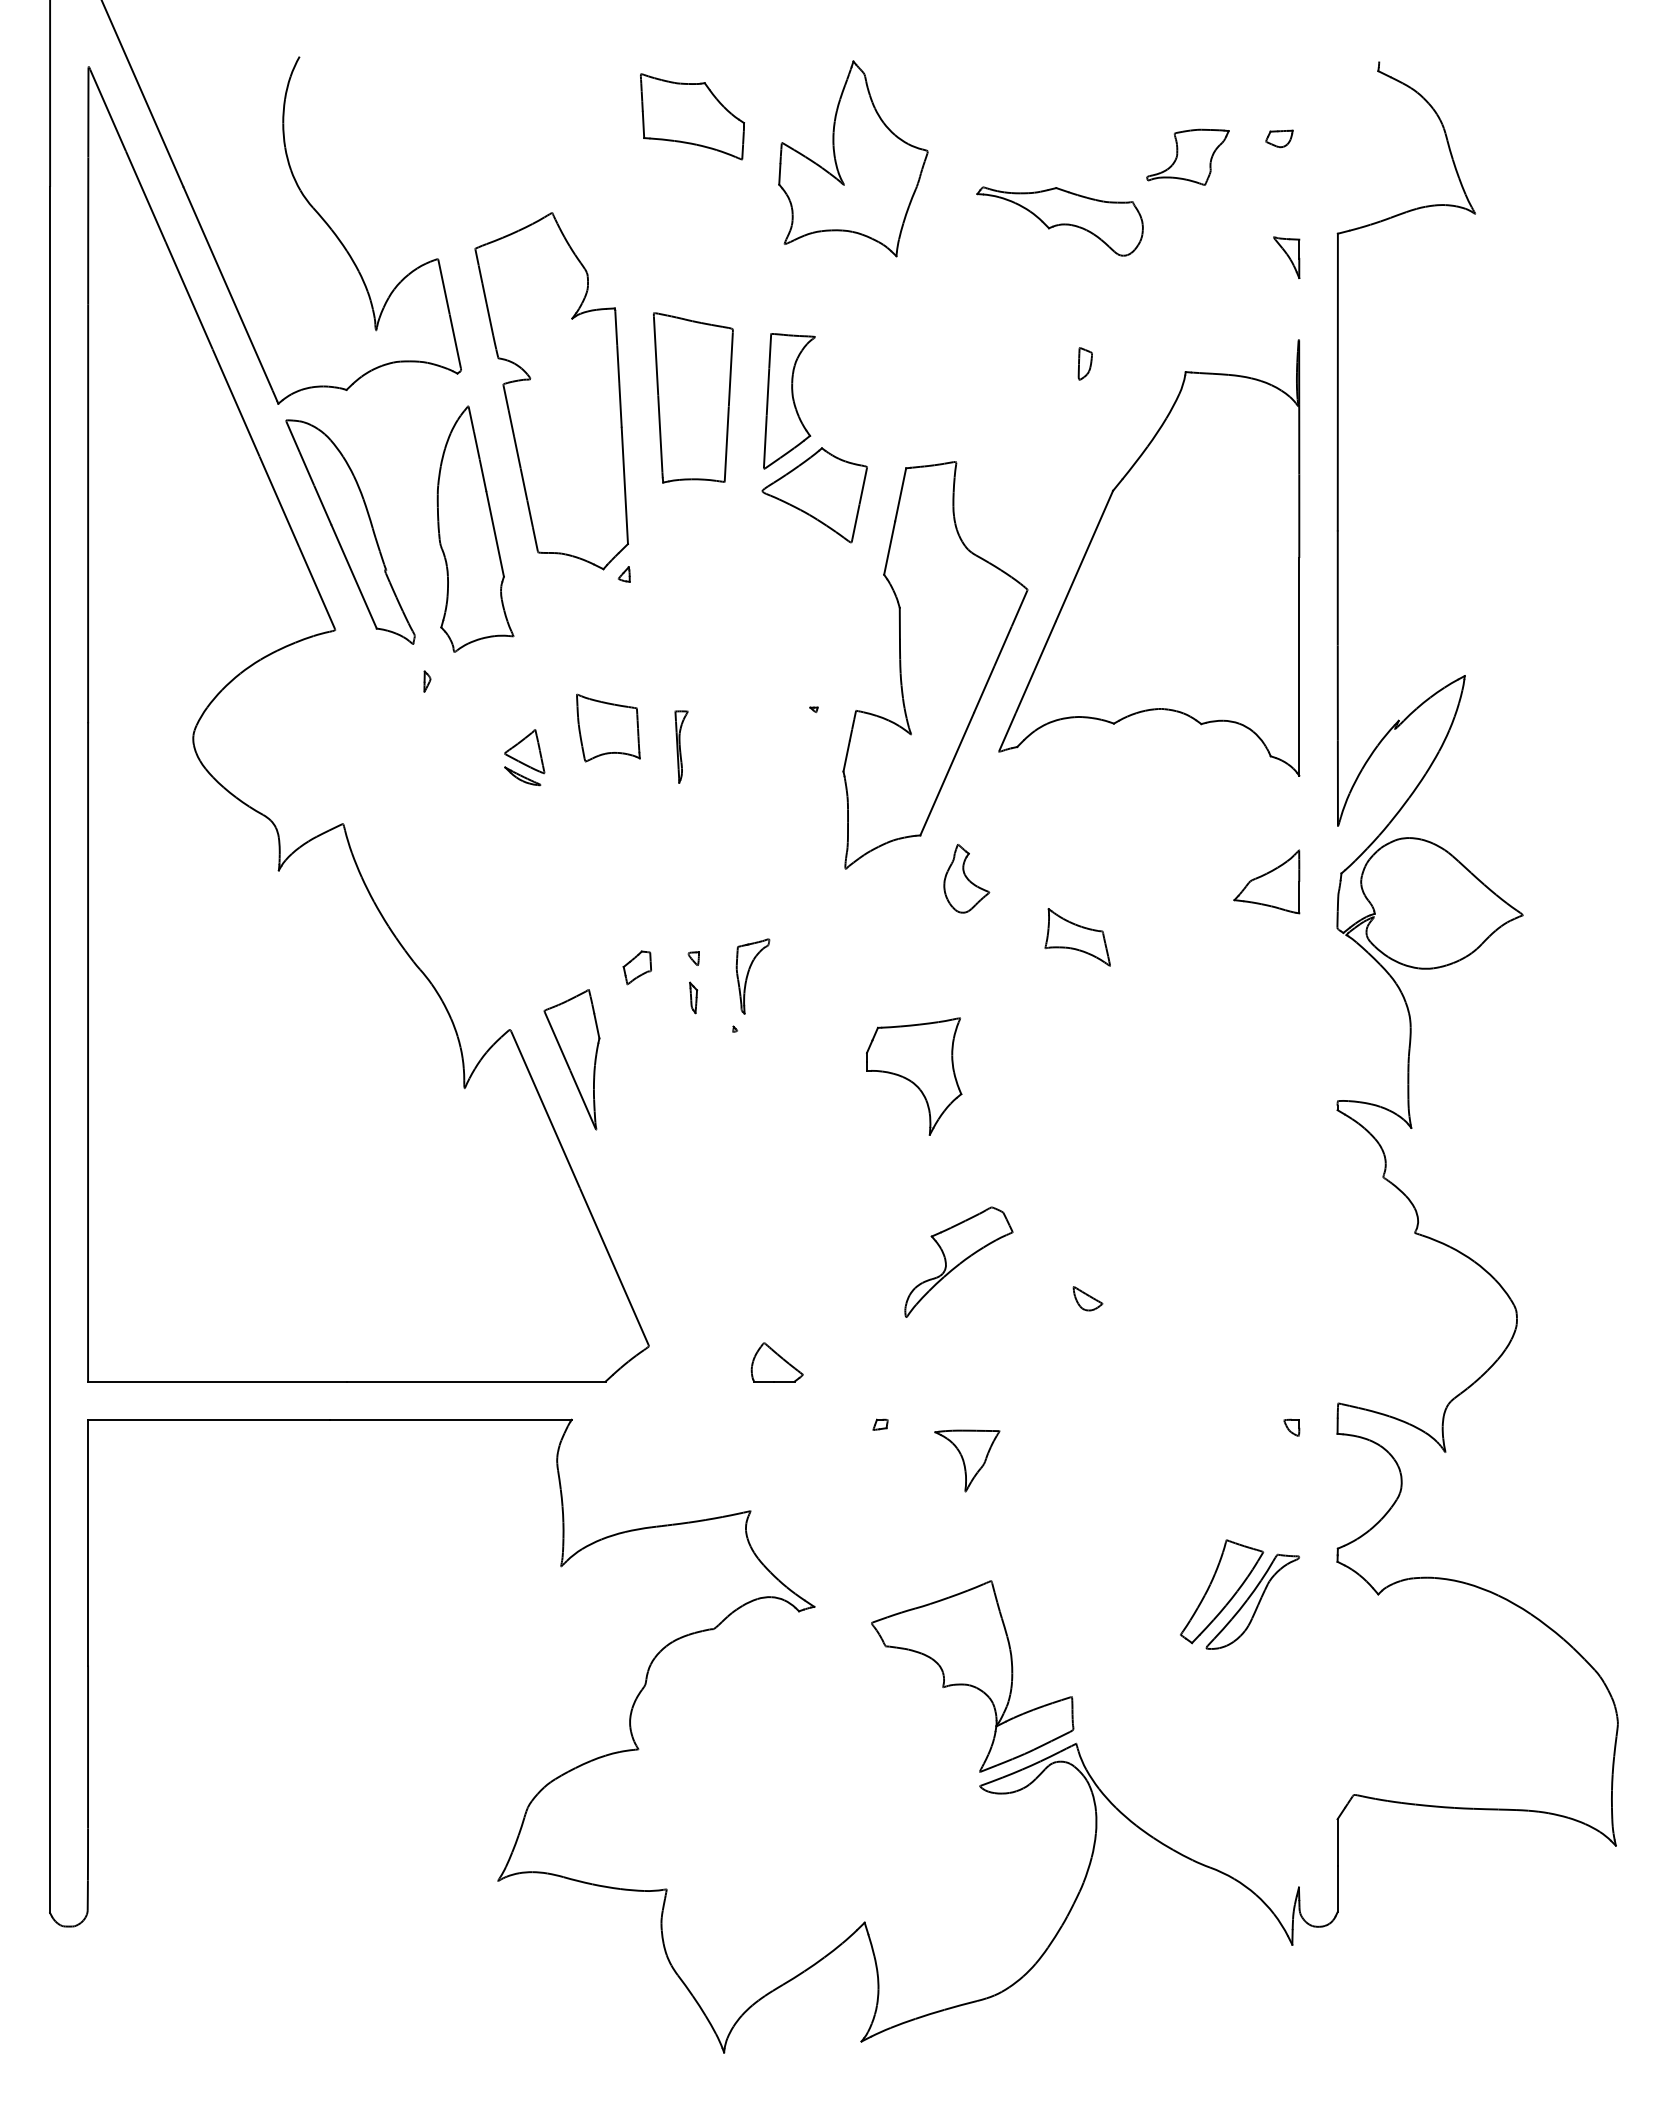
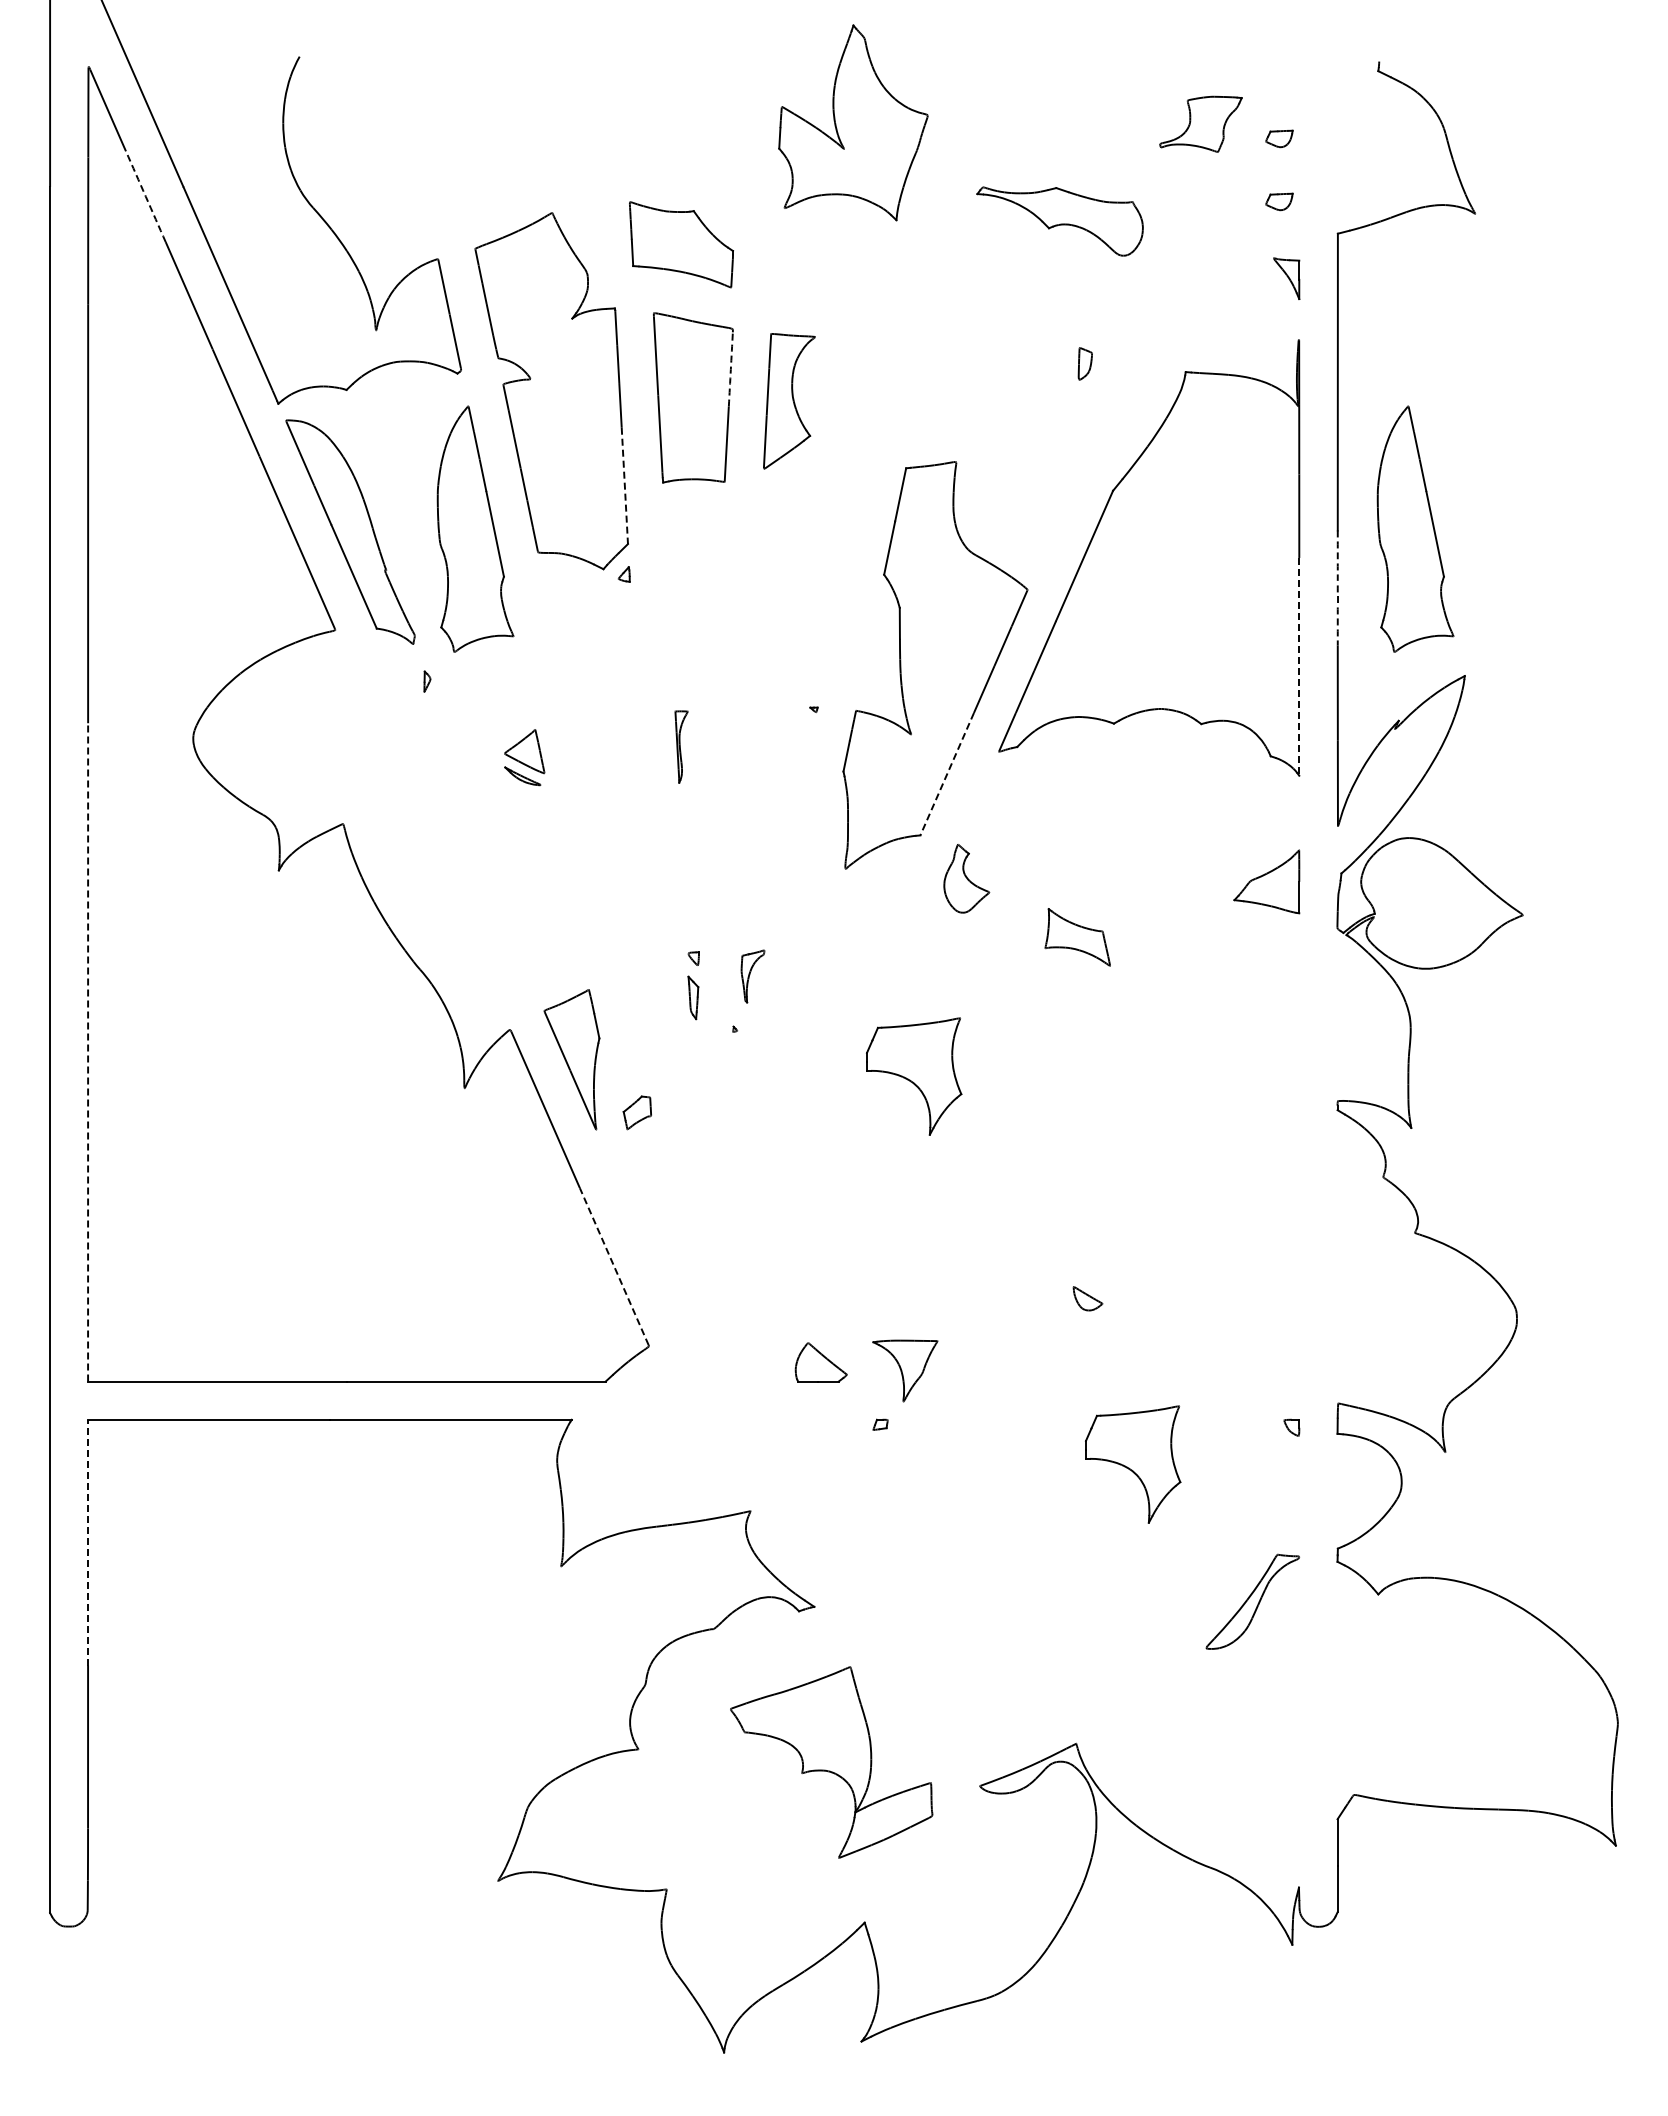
part at (692, 116) position: (692, 116) -> (681, 244)
part at (1187, 156) position: (1187, 156) -> (1200, 123)
part at (853, 158) position: (853, 158) -> (853, 122)
arc at (145, 196): solid -> dashed
part at (1279, 201): none -> present
part at (1286, 257) position: (1286, 257) -> (1286, 278)
arc at (730, 369): solid -> dashed
line at (624, 486): solid -> dashed
part at (814, 495): present -> none
part at (1415, 528): none -> present
arc at (1337, 588): solid -> dashed
line at (1299, 666): solid -> dashed
part at (608, 727): present -> none
line at (947, 774): solid -> dashed
part at (636, 967) position: (636, 967) -> (636, 1112)
part at (752, 976) size: 36x77 px -> 26x55 px
part at (693, 997) size: 10x34 px -> 13x46 px
line at (88, 1051): solid -> dashed
part at (958, 1261): present -> none
arc at (614, 1266): solid -> dashed
part at (776, 1362) position: (776, 1362) -> (820, 1362)
part at (967, 1460) position: (967, 1460) -> (905, 1370)
part at (1133, 1464): none -> present
line at (88, 1542): solid -> dashed
part at (1222, 1591): present -> none
part at (972, 1676) position: (972, 1676) -> (831, 1762)
